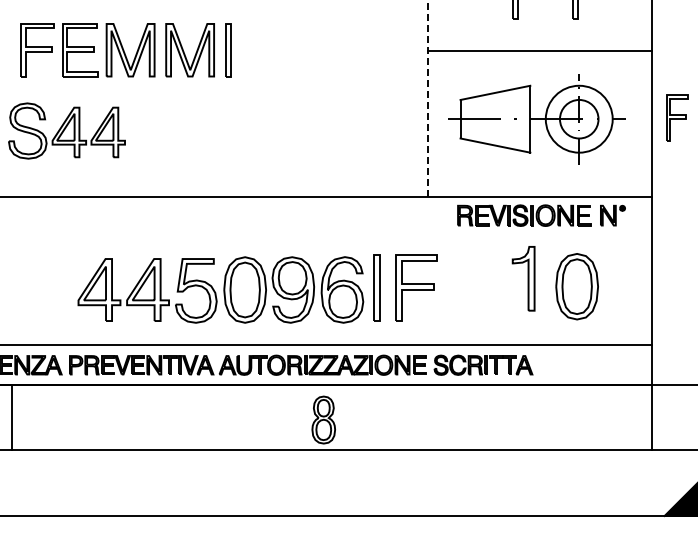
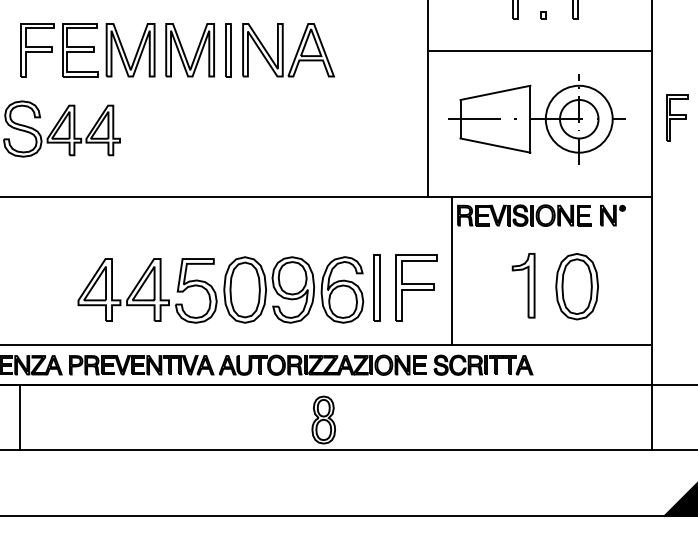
part at (543, 15): none -> present
part at (288, 50): none -> present
line at (428, 98): dashed -> solid
part at (66, 130) position: (66, 130) -> (61, 128)
line at (451, 270): none -> present
part at (523, 278) position: (523, 278) -> (523, 285)
line at (11, 417) position: (11, 417) -> (19, 417)
